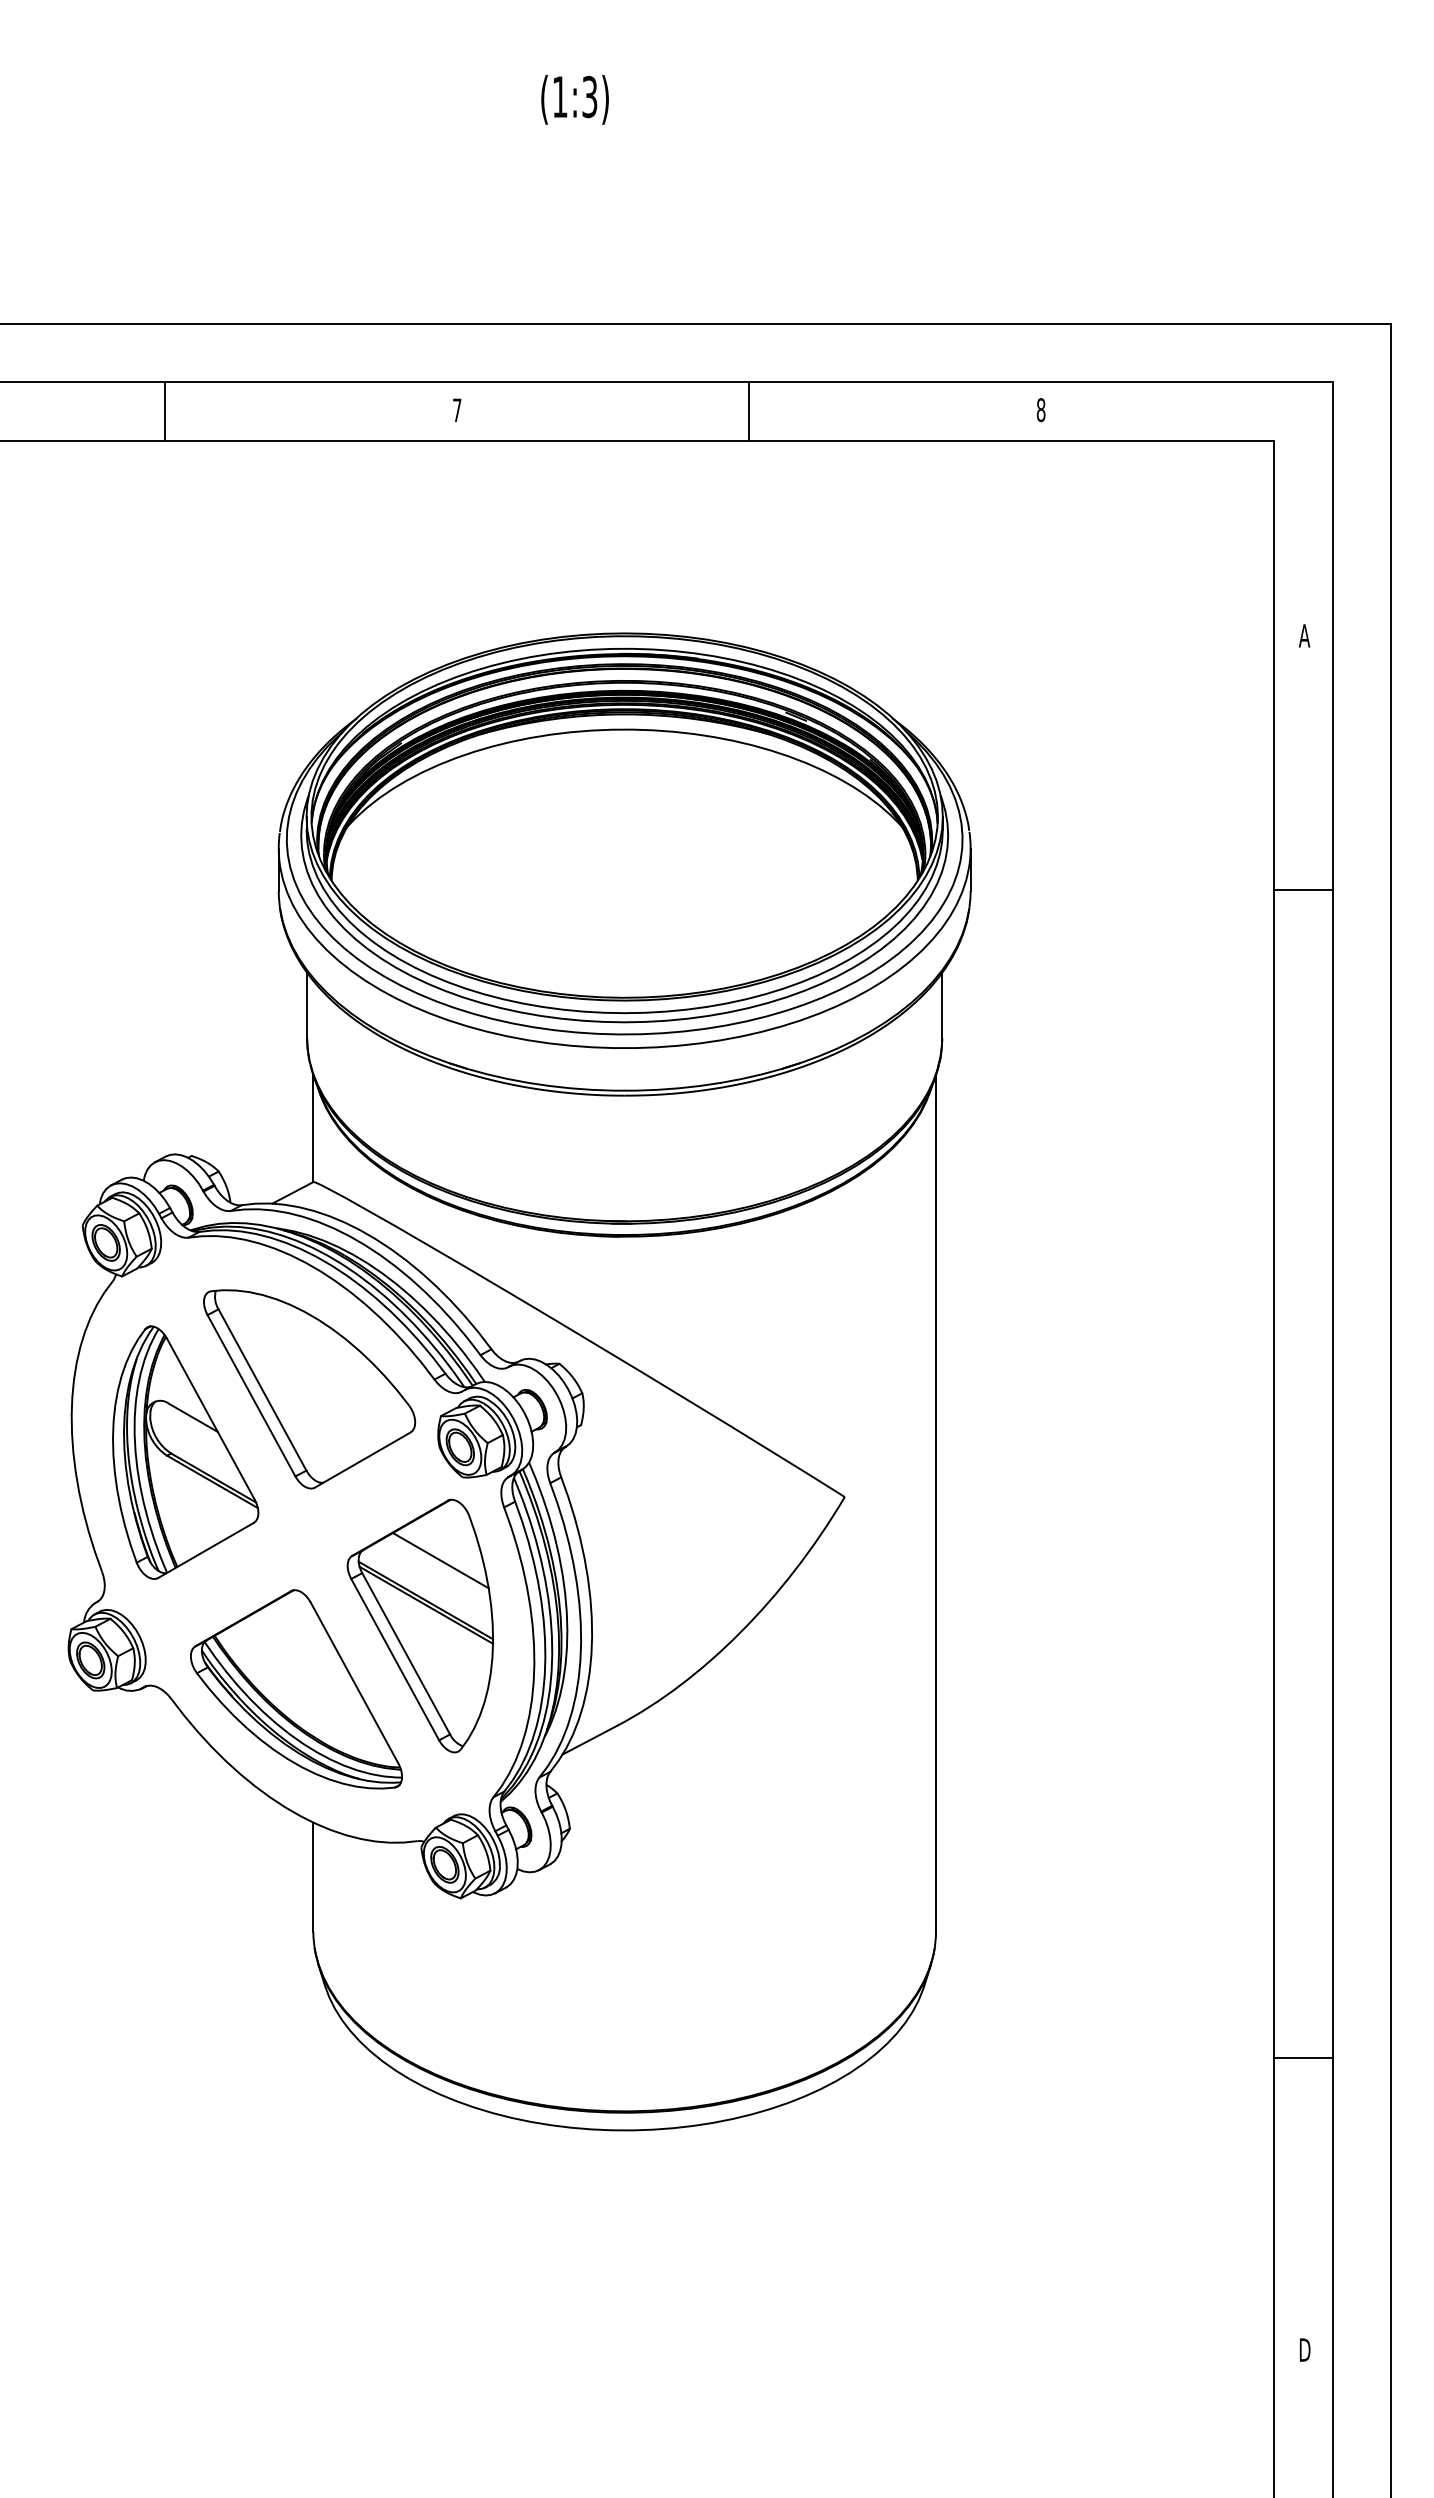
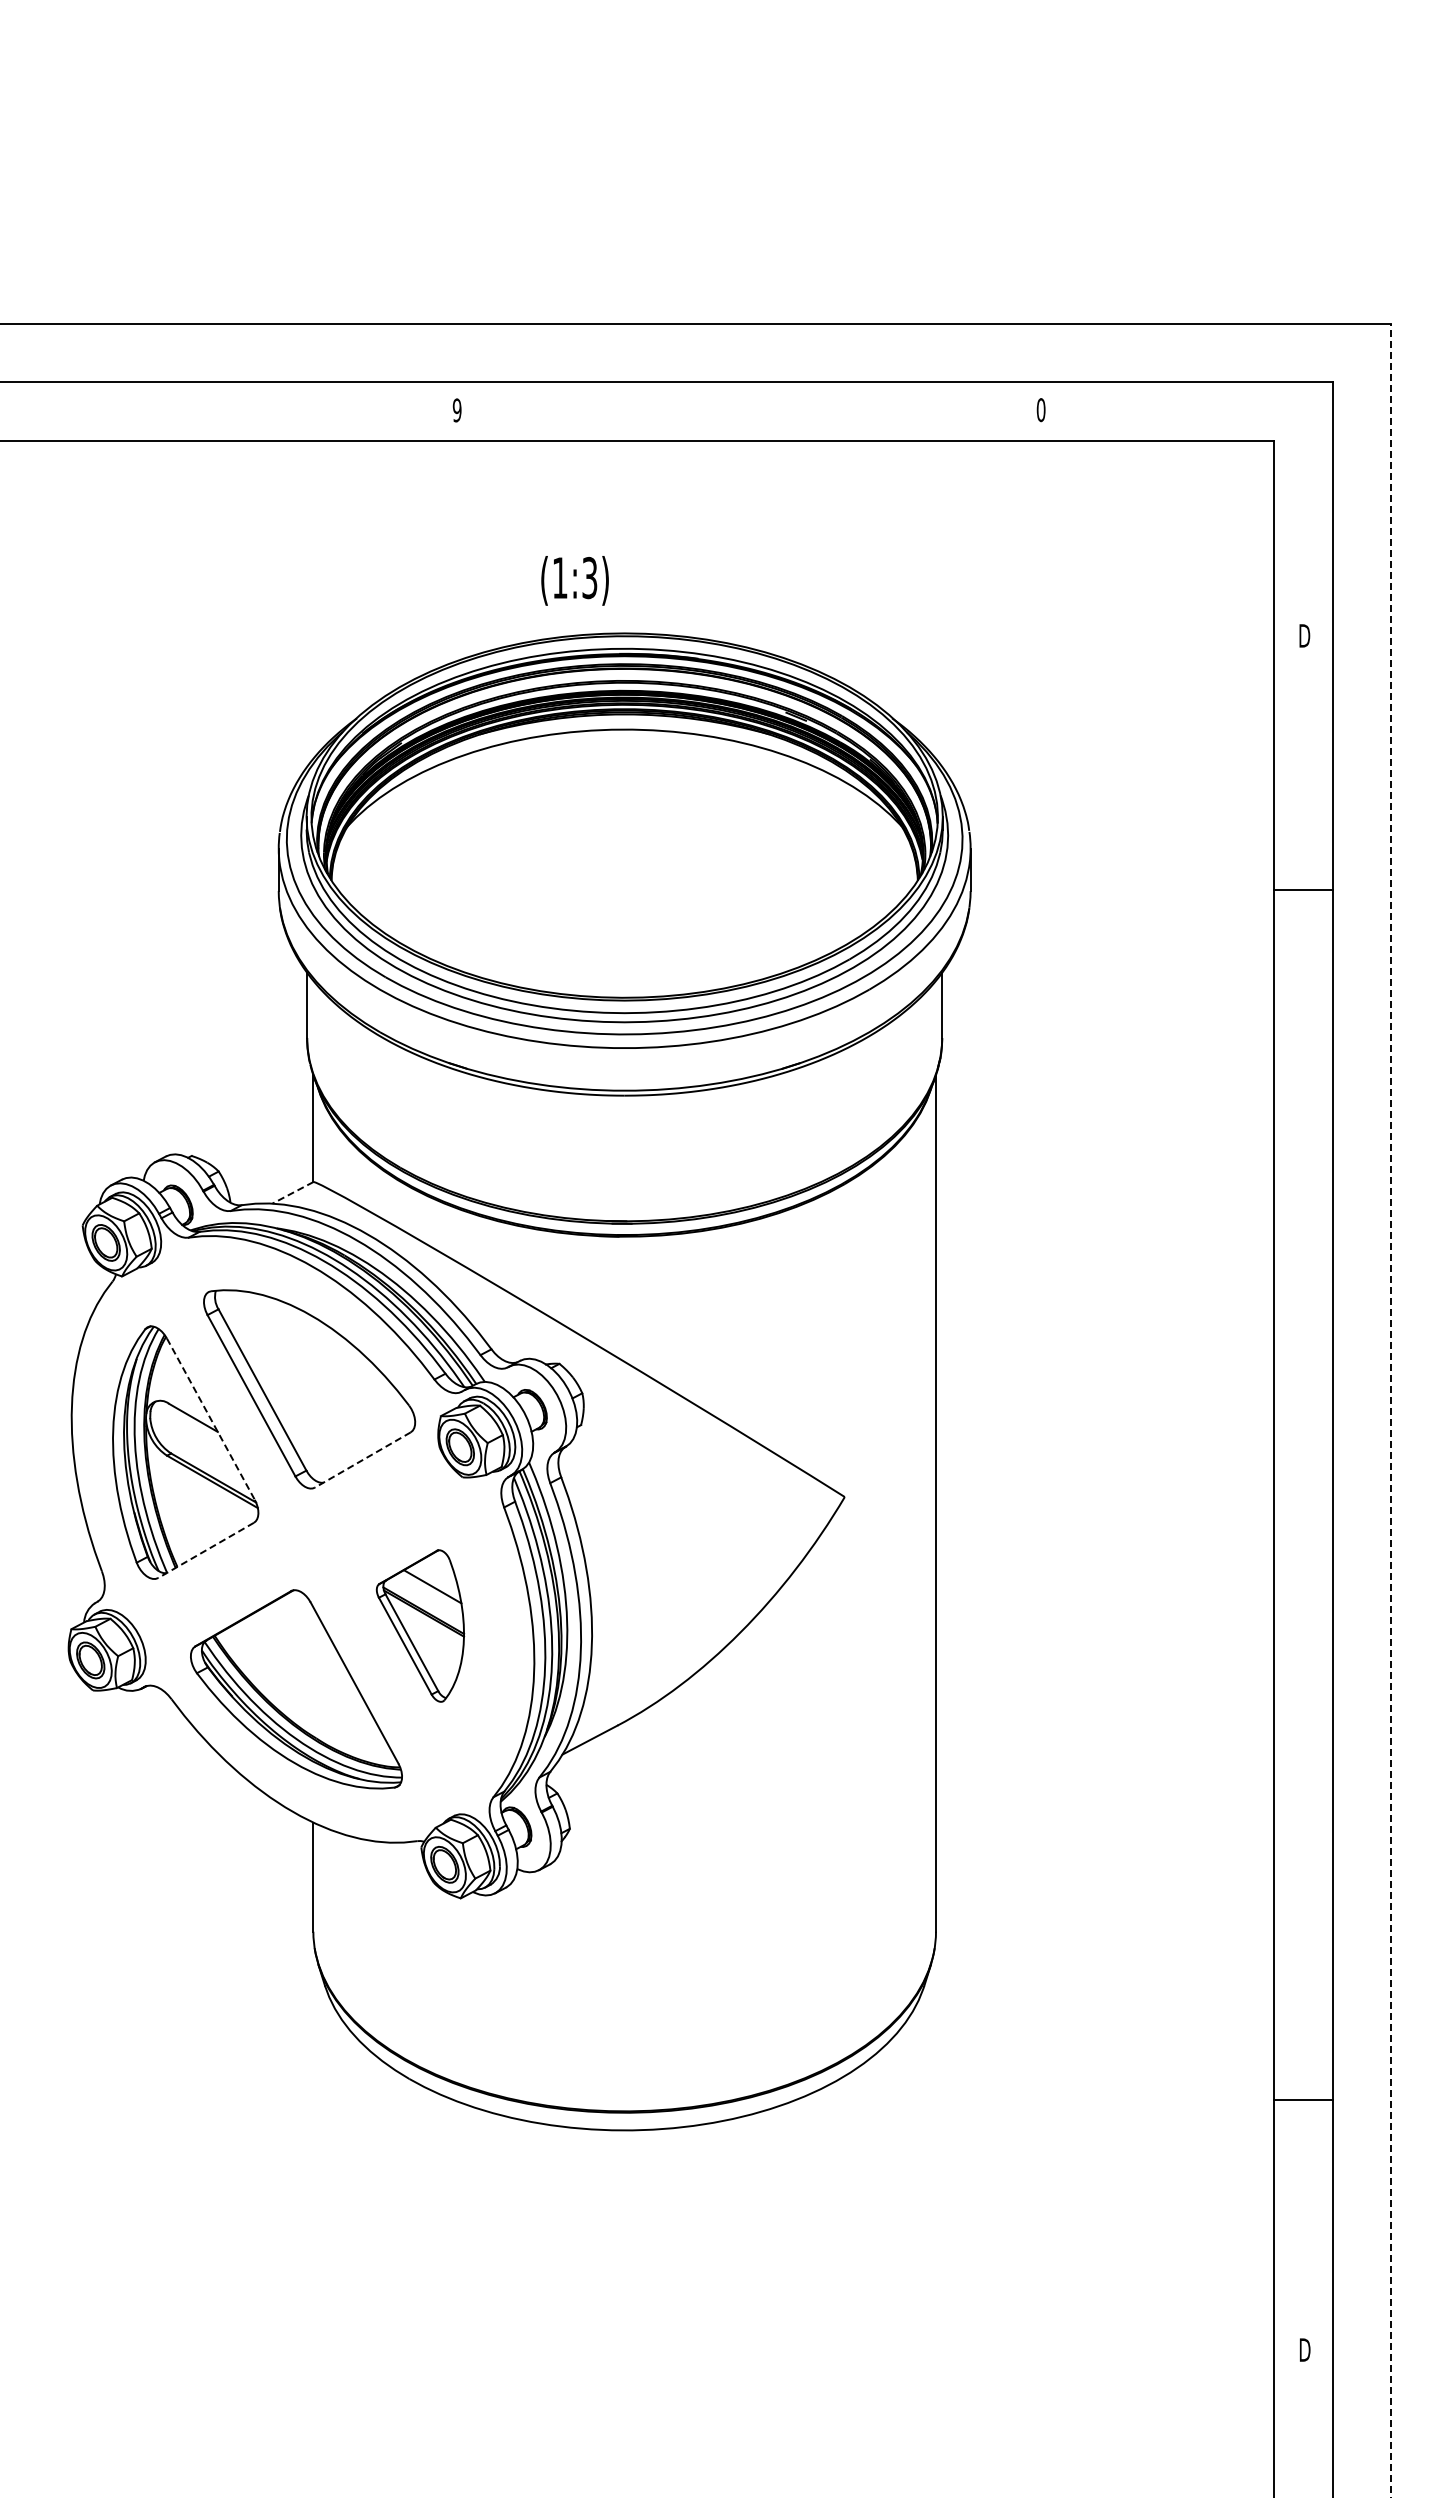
text at (574, 99) position: (574, 99) -> (574, 580)
text at (1040, 409): 8 -> 0
text at (456, 410): 7 -> 9
line at (165, 411): present -> none
line at (748, 411): present -> none
text at (1304, 635): A -> D
line at (292, 1193): solid -> dashed
line at (1391, 1410): solid -> dashed
line at (210, 1419): solid -> dashed
line at (362, 1460): solid -> dashed
line at (205, 1550): solid -> dashed
part at (420, 1625) size: 149x256 px -> 91x154 px
line at (1303, 2057) position: (1303, 2057) -> (1303, 2099)
